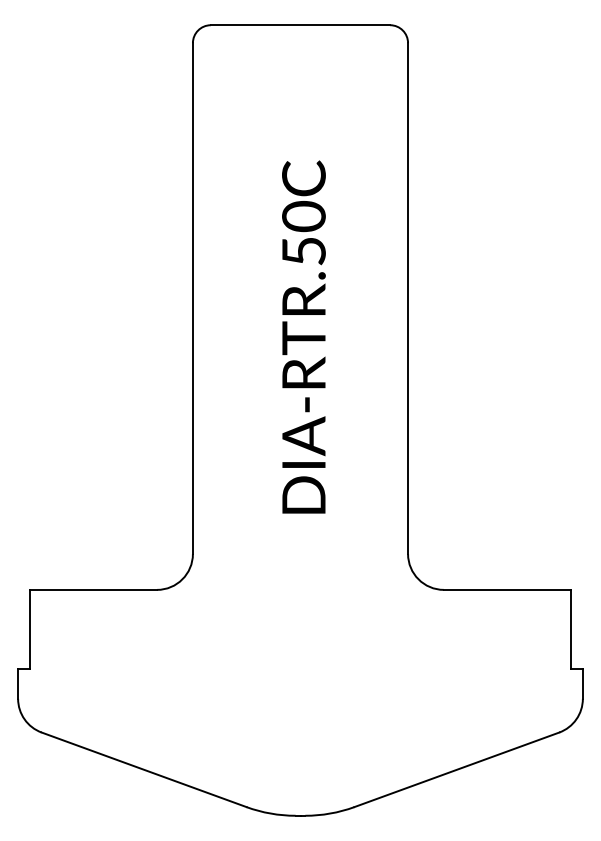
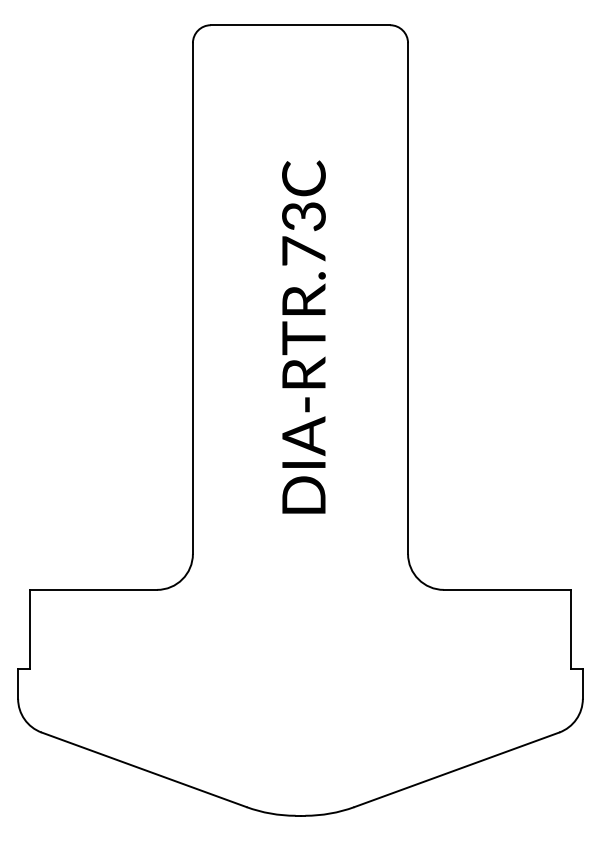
text at (303, 233): DIA-RTR.50C -> DIA-RTR.73C
